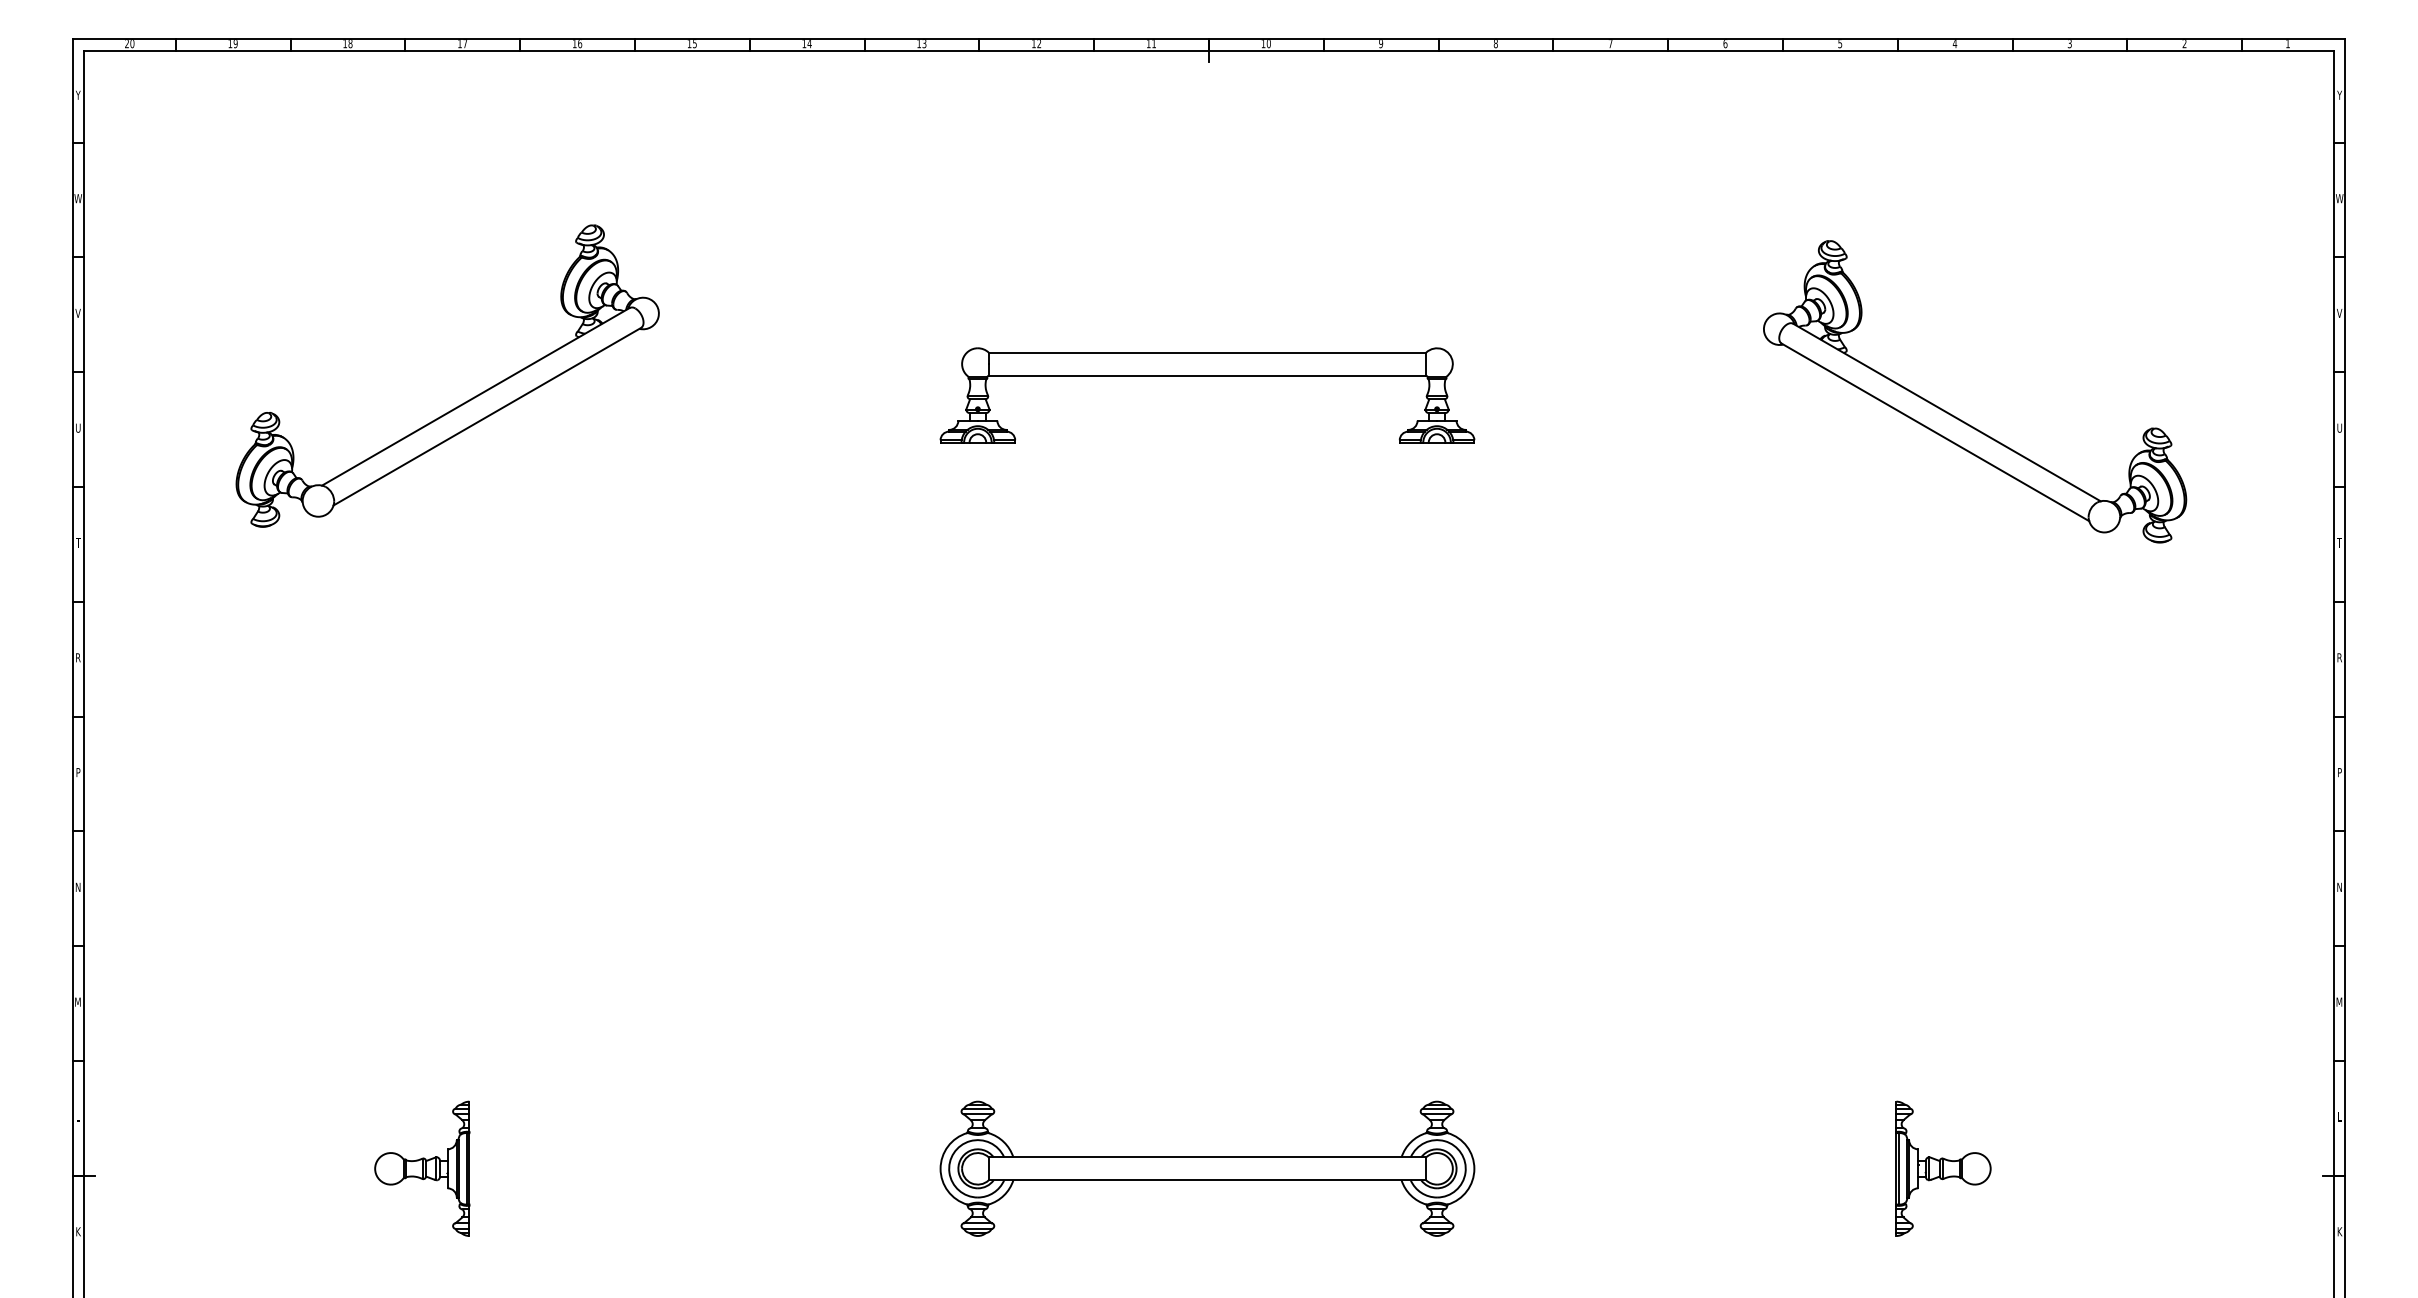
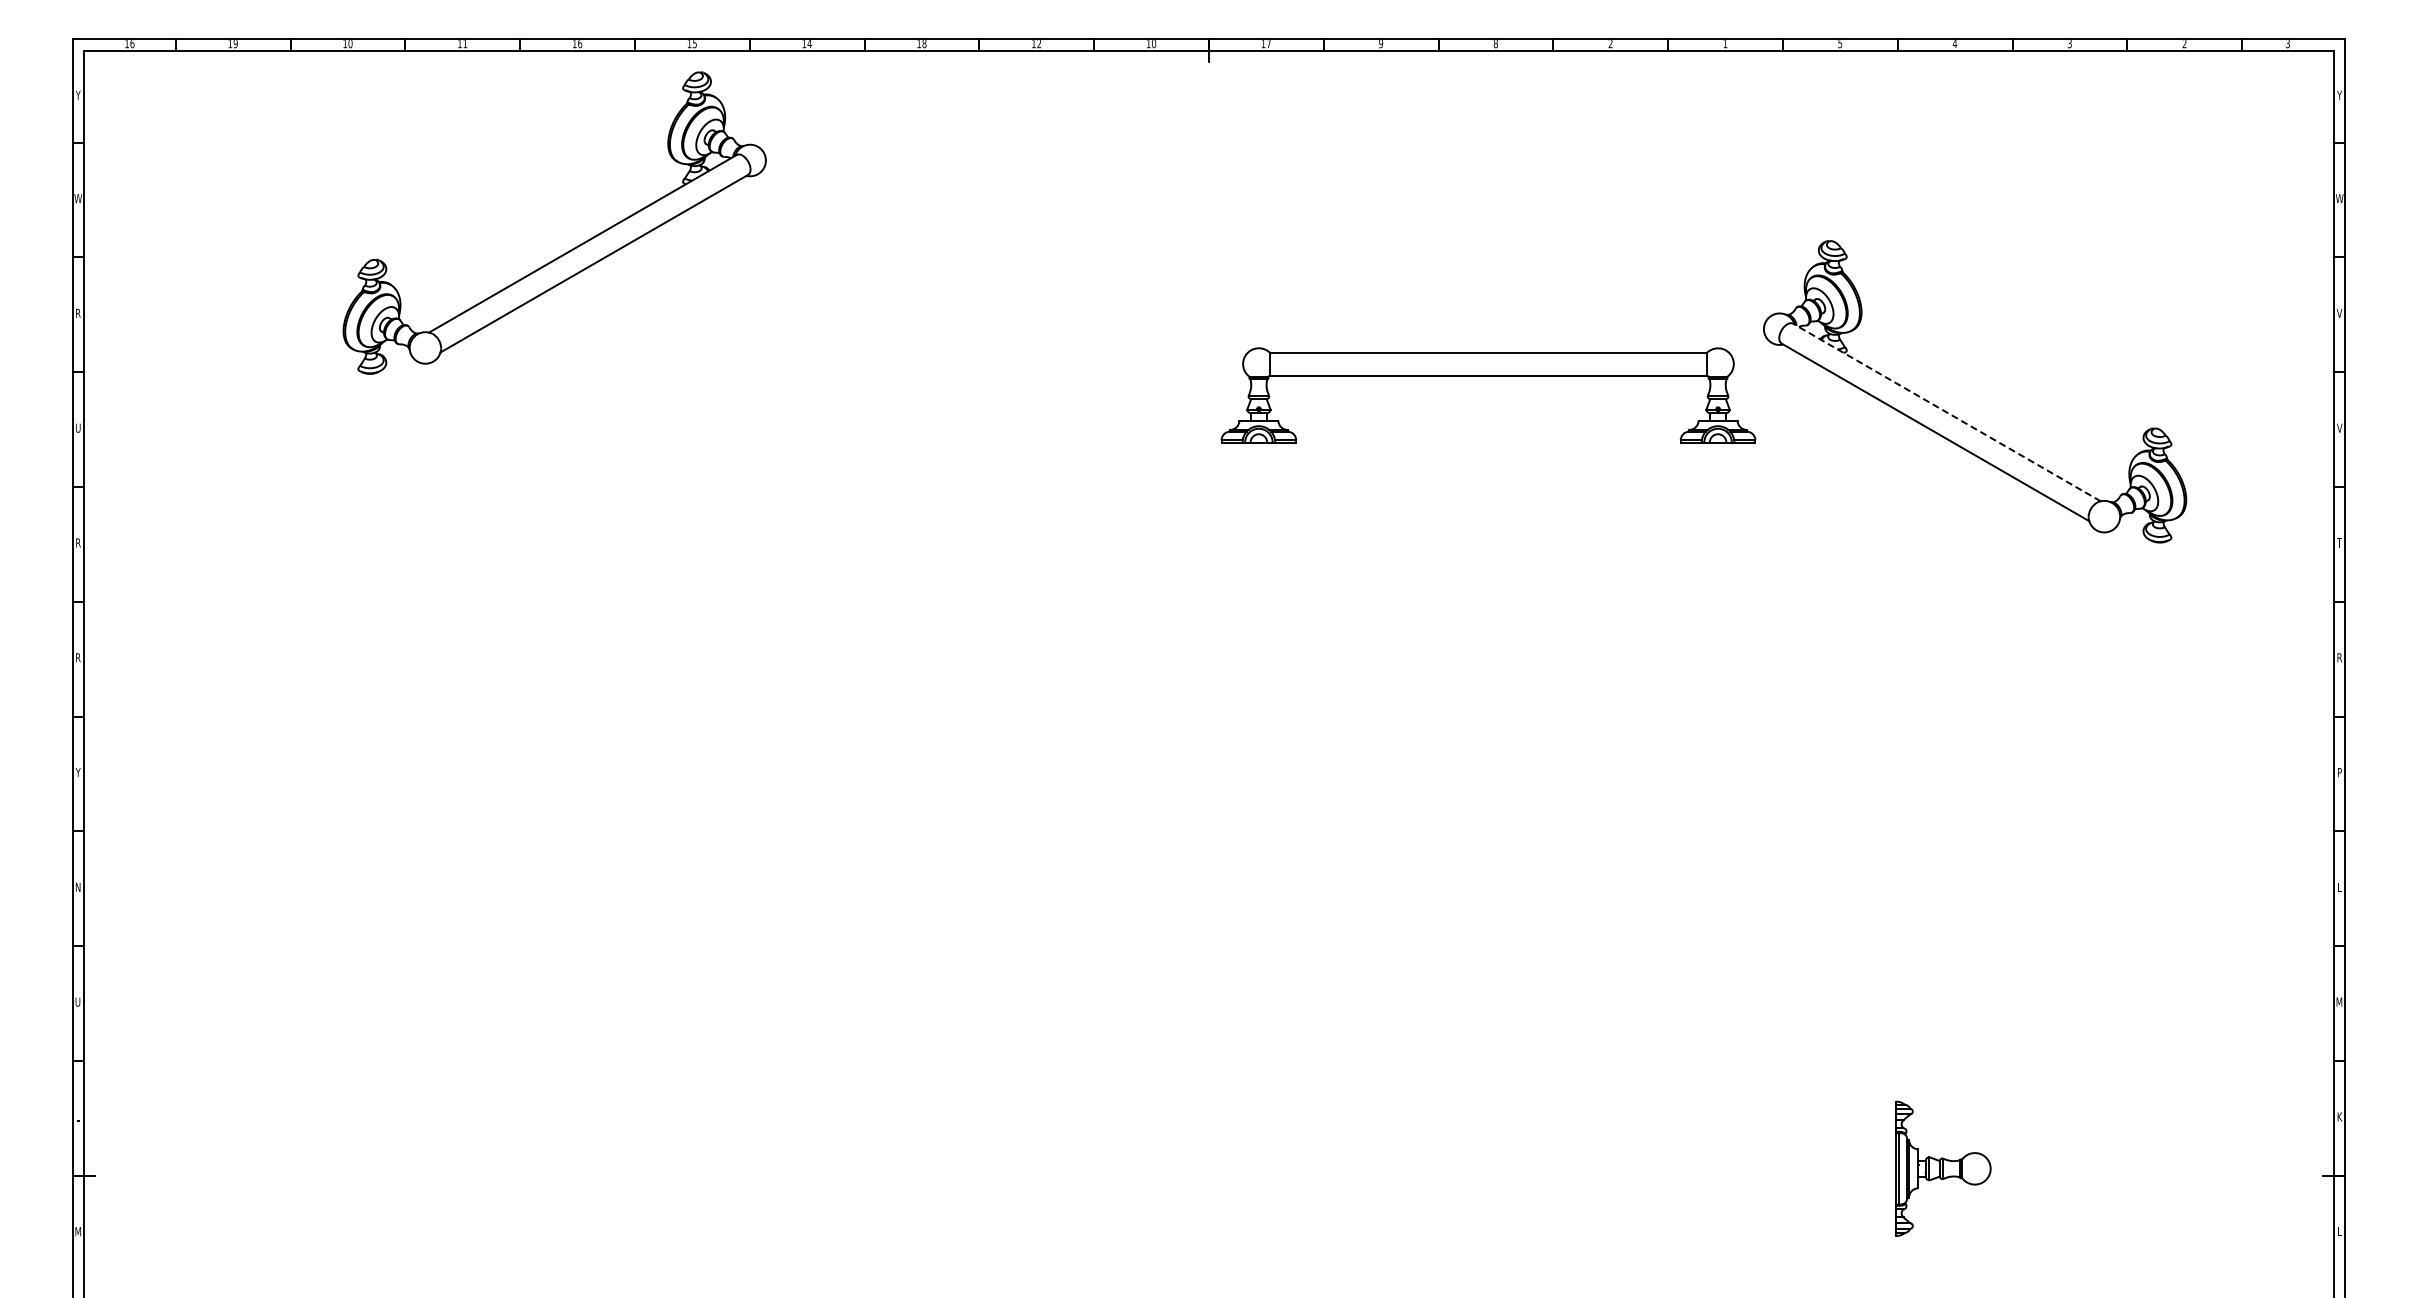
text at (129, 43): 20 -> 16
text at (350, 43): 18 -> 10
text at (465, 44): 17 -> 11
text at (924, 44): 13 -> 18
text at (1154, 44): 11 -> 10
text at (1268, 44): 10 -> 17
text at (1610, 44): 7 -> 2
text at (1725, 44): 6 -> 1
text at (2287, 44): 1 -> 3
text at (77, 312): V -> R
part at (1207, 376) position: (1207, 376) -> (1488, 376)
part at (463, 402) position: (463, 402) -> (570, 249)
line at (1946, 412): solid -> dashed
text at (2339, 427): U -> V
text at (78, 542): T -> R
text at (77, 772): P -> Y
text at (2339, 886): N -> L
text at (77, 1001): M -> U
text at (2339, 1116): L -> K
part at (422, 1168): present -> none
part at (1207, 1168): present -> none
text at (77, 1231): K -> M
text at (2339, 1231): K -> L
